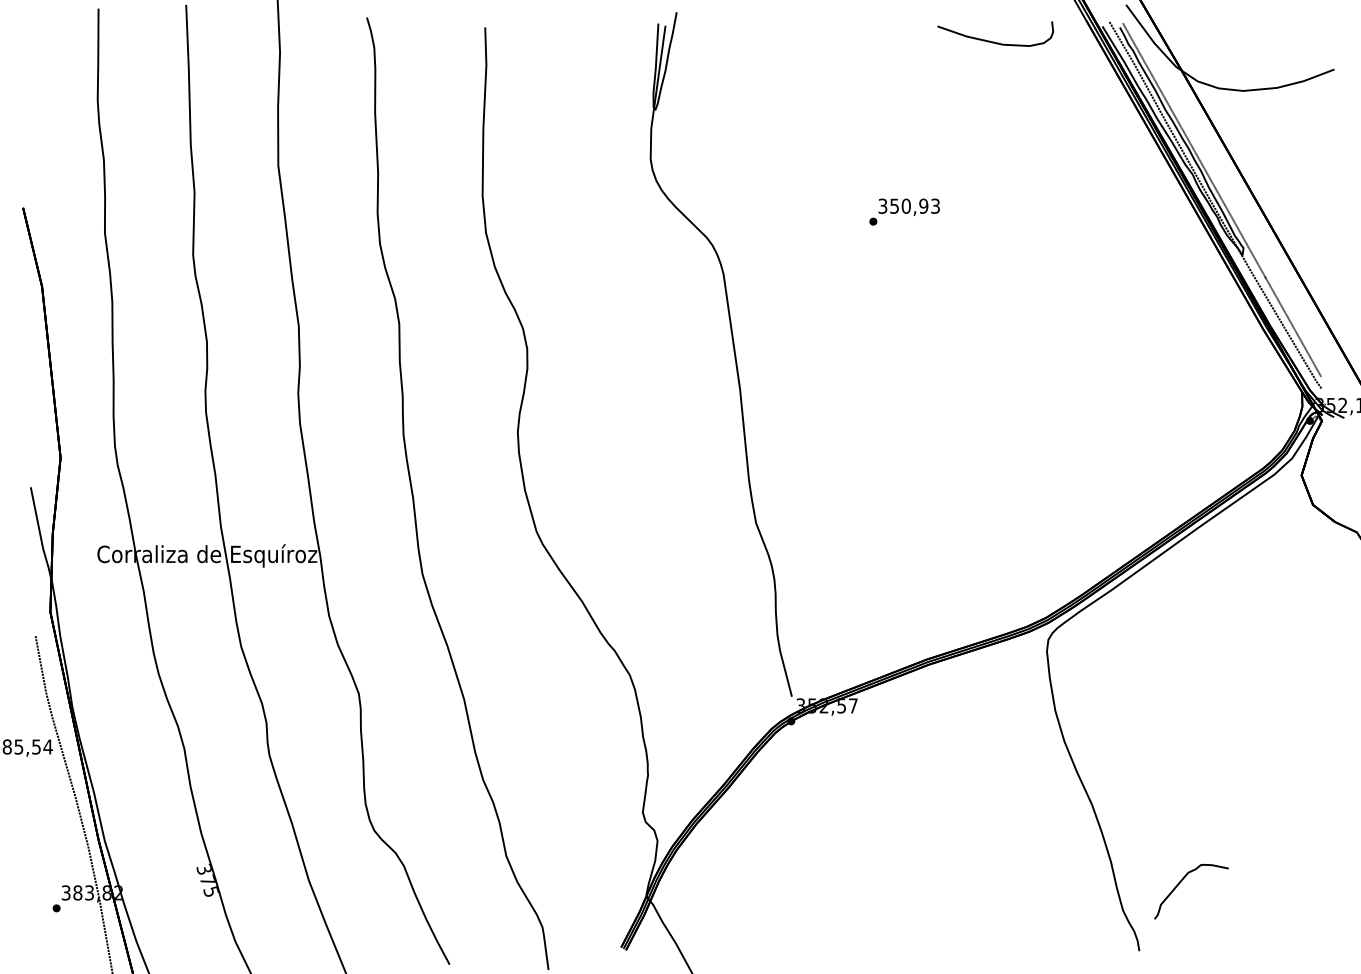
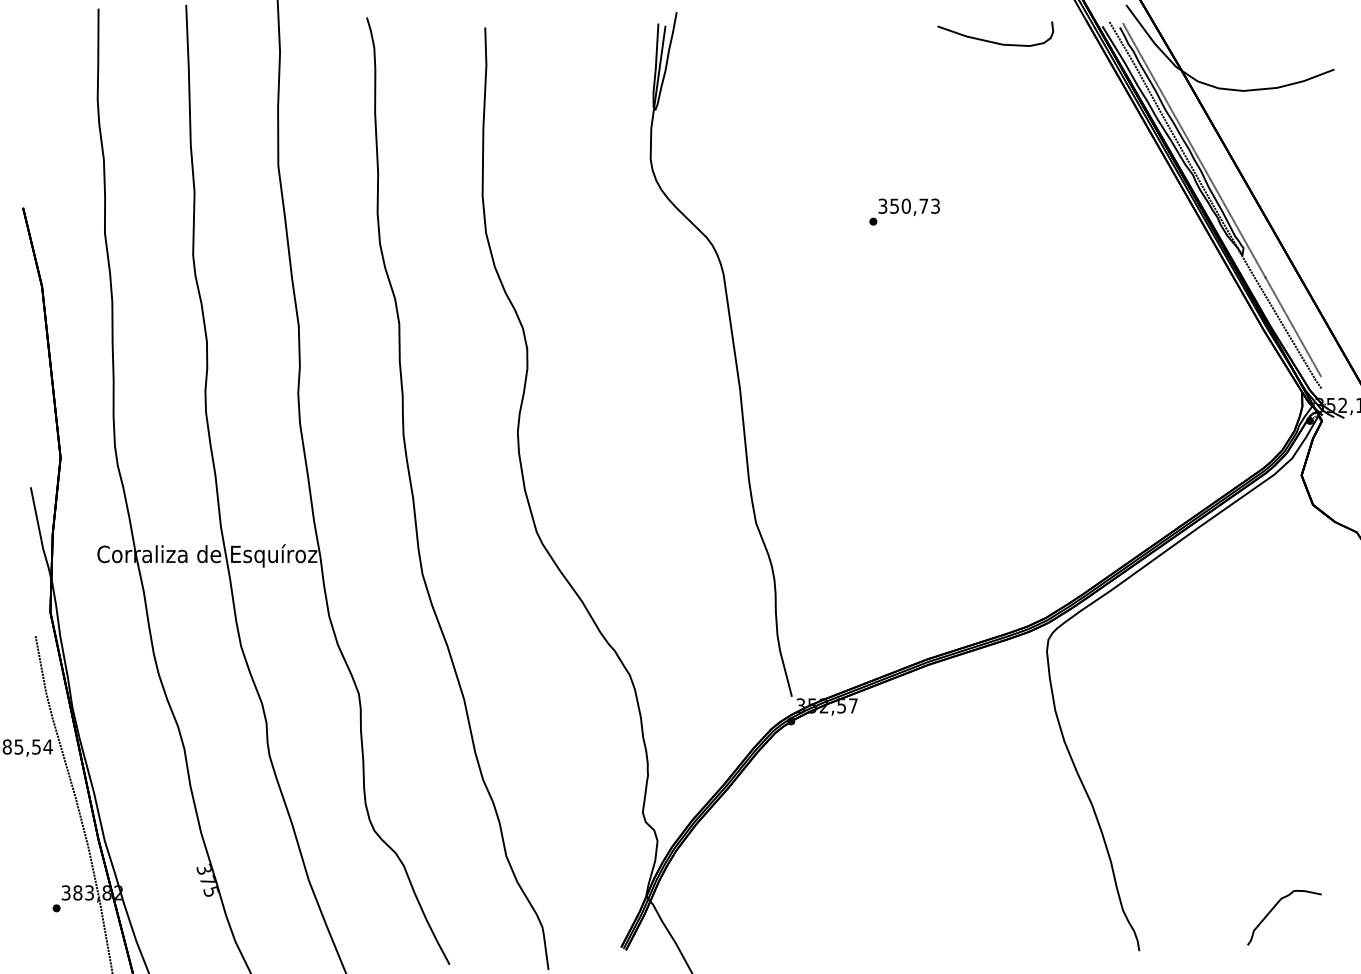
text at (923, 205): 350,93 -> 350,73
curve at (1181, 882) position: (1181, 882) -> (1274, 908)
